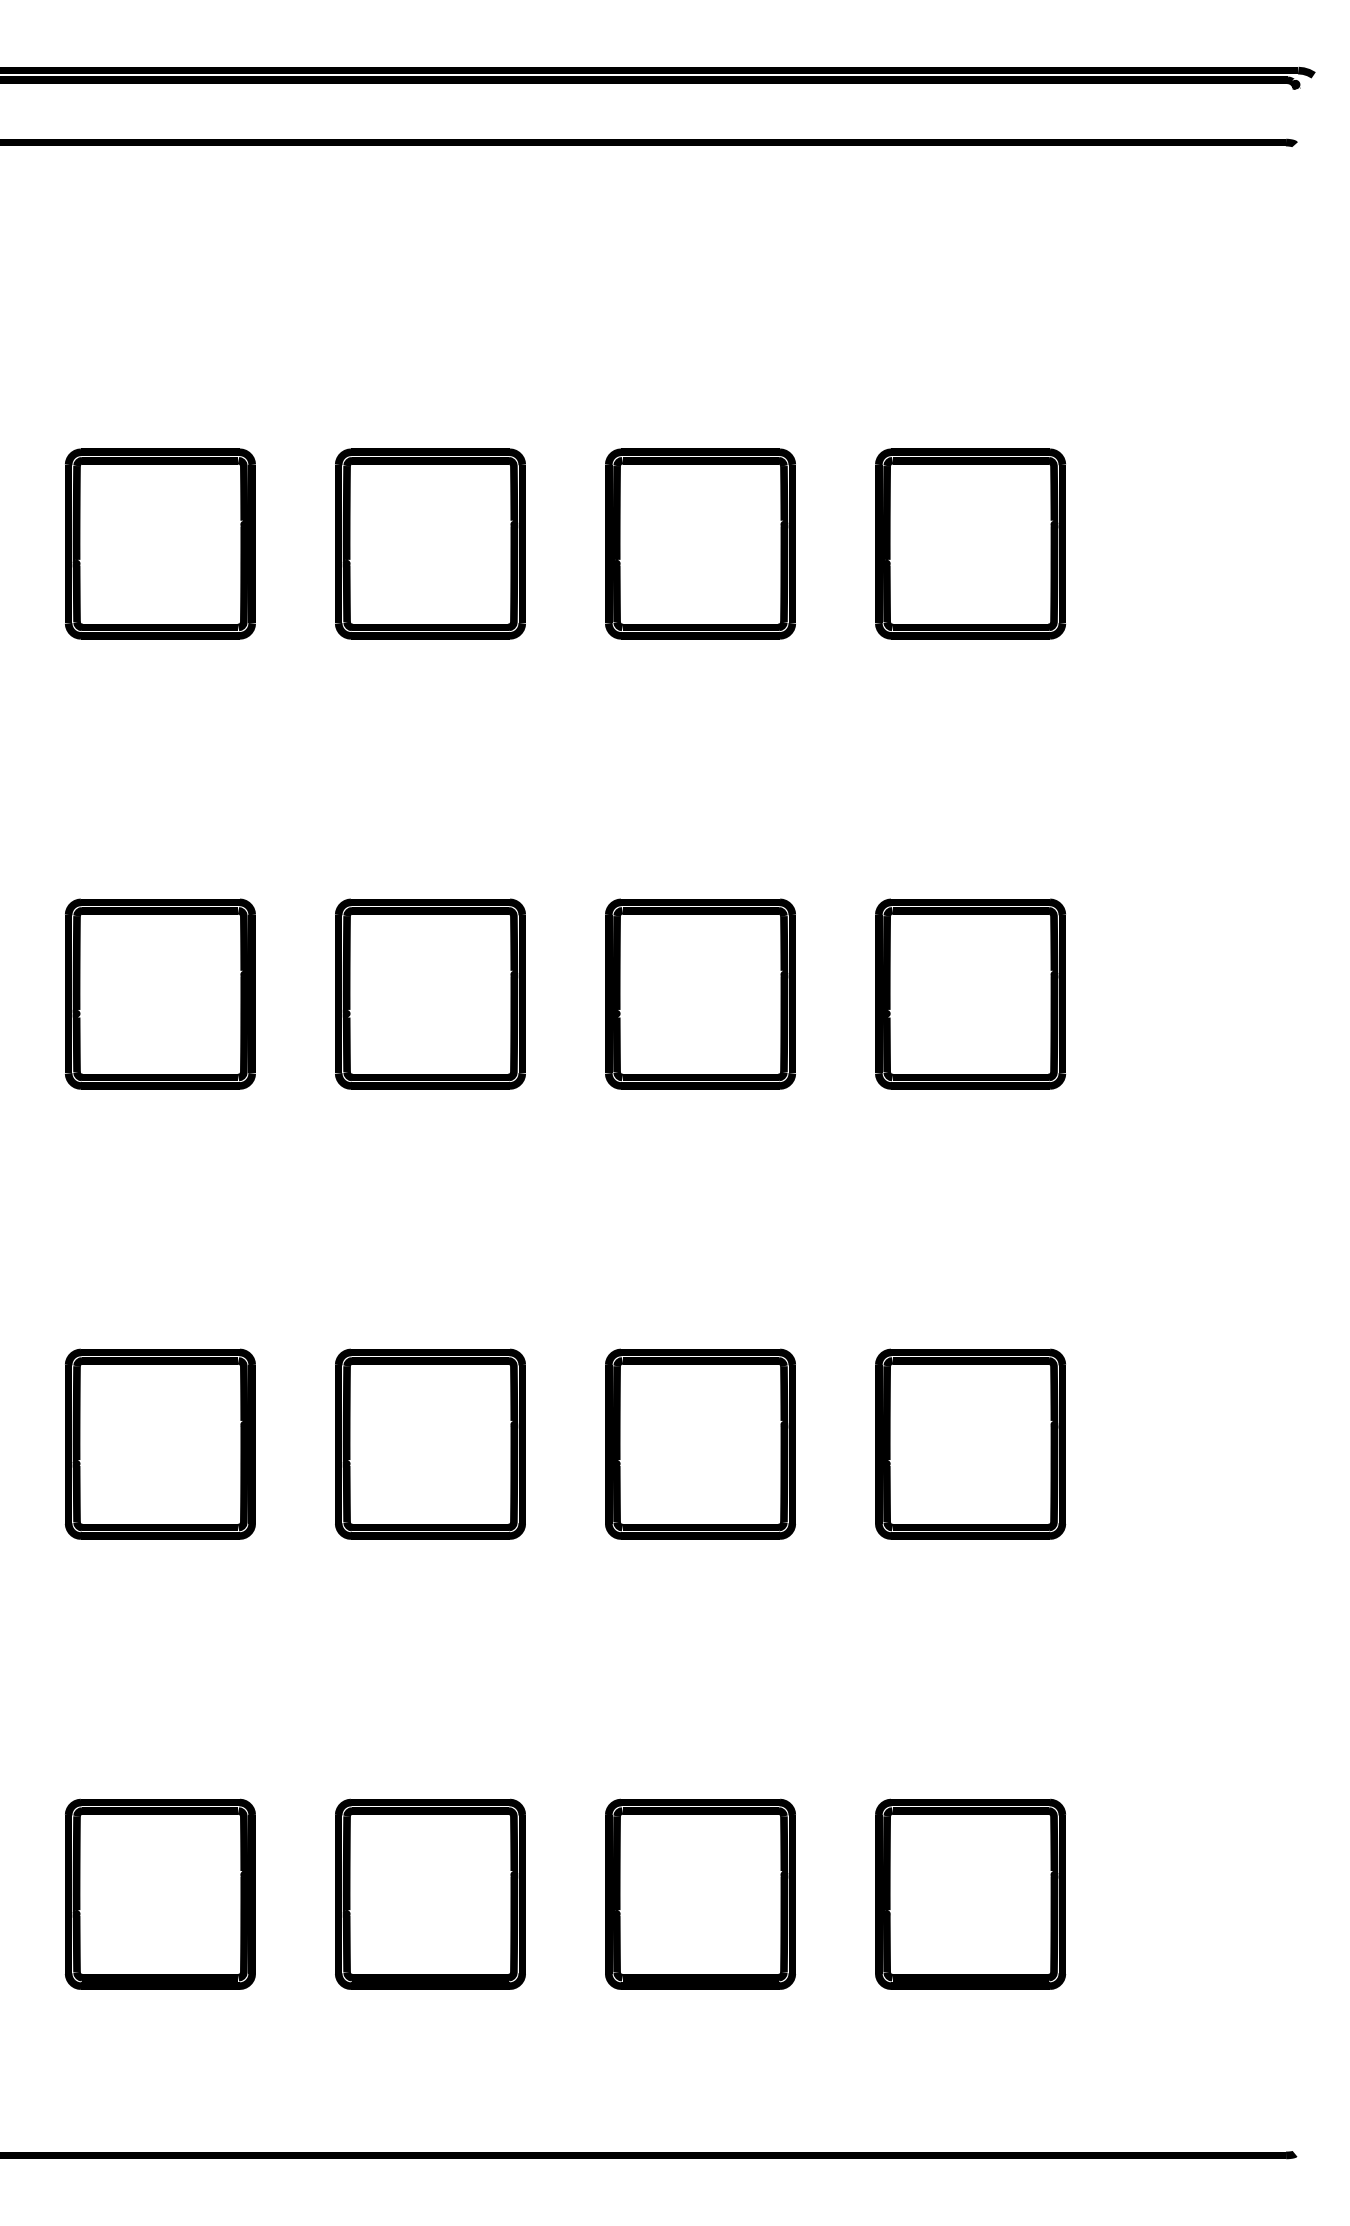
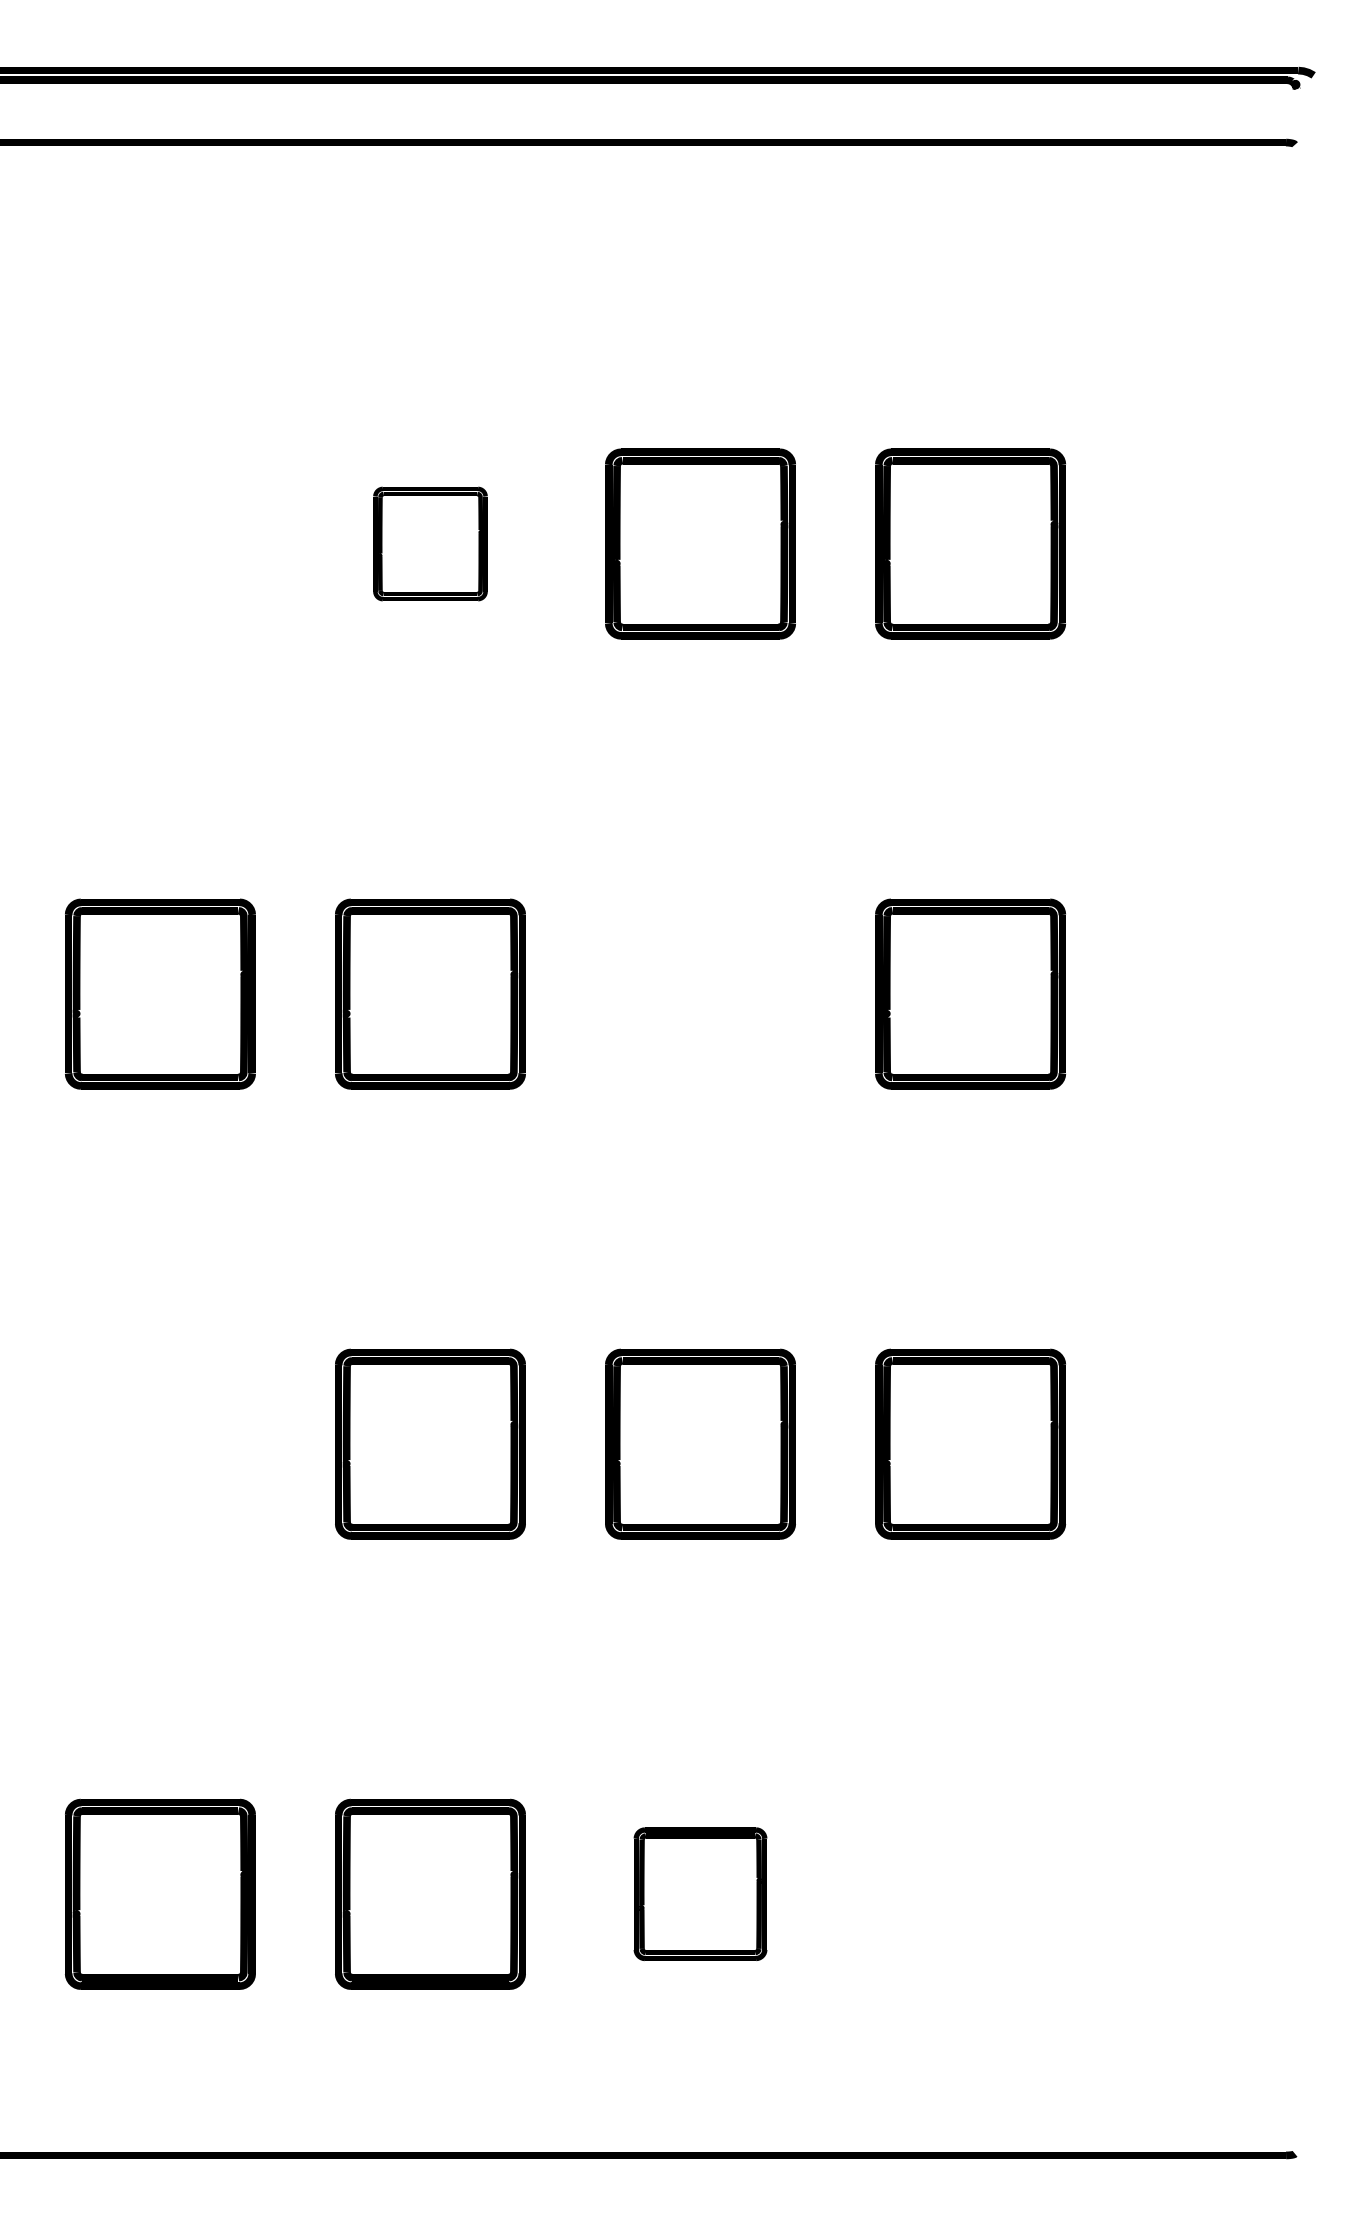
part at (160, 543): present -> none
part at (430, 543) size: 191x192 px -> 115x116 px
part at (700, 993): present -> none
part at (160, 1443): present -> none
part at (700, 1893) size: 191x192 px -> 135x134 px
part at (970, 1893): present -> none
